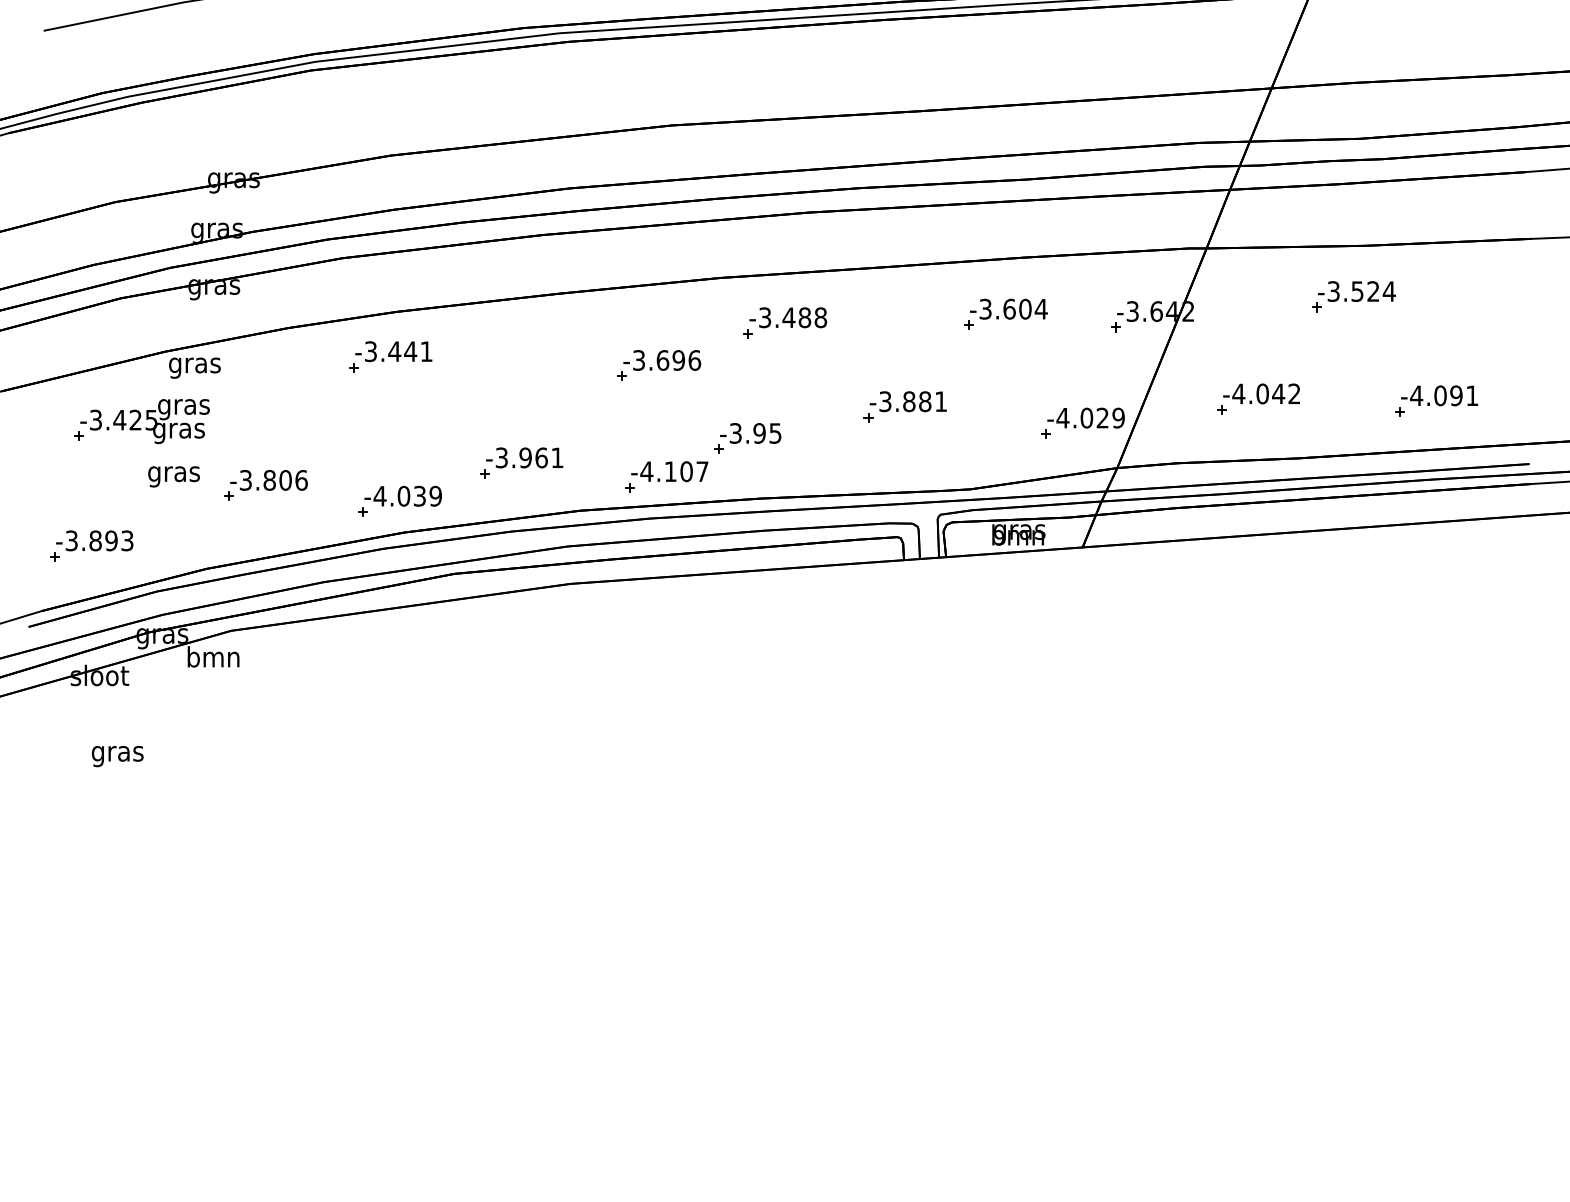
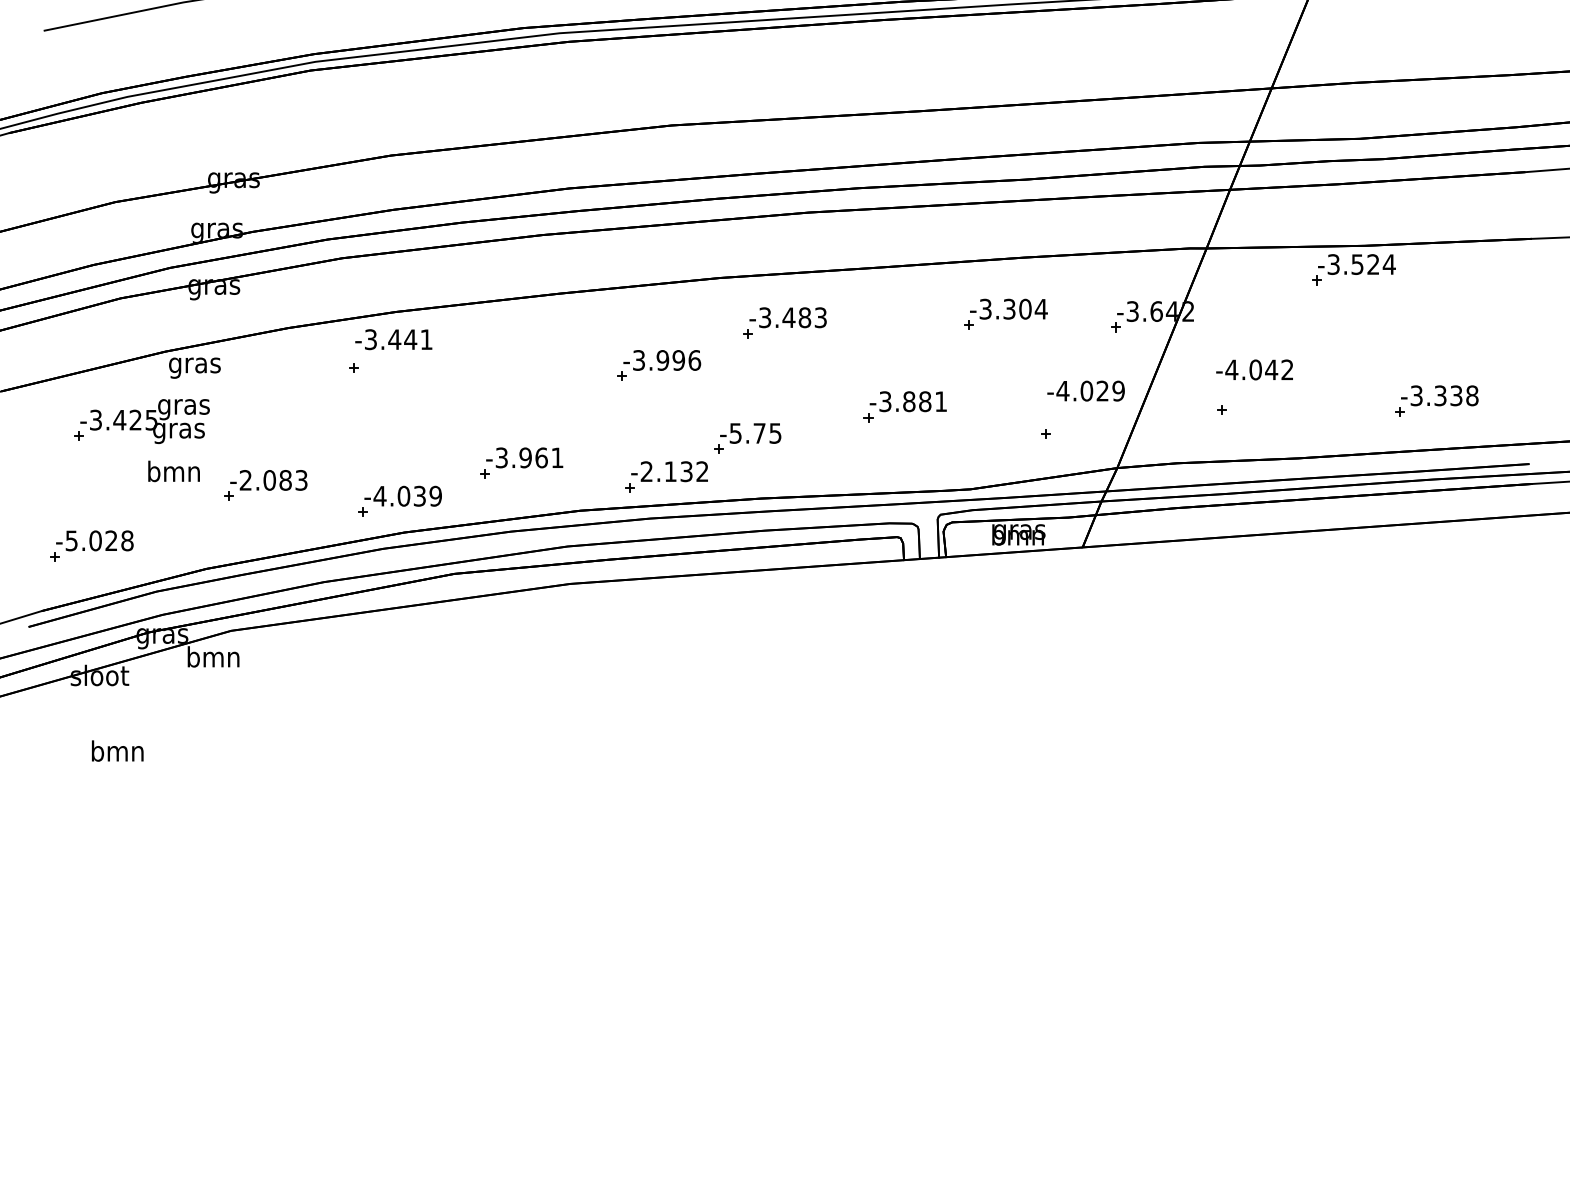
part at (1353, 296) position: (1353, 296) -> (1353, 269)
text at (1009, 308): -3.604 -> -3.304
text at (820, 317): -3.488 -> -3.483
text at (393, 351) position: (393, 351) -> (393, 339)
text at (662, 360): -3.696 -> -3.996
text at (1261, 393) position: (1261, 393) -> (1254, 369)
text at (1444, 395): -4.091 -> -3.338
text at (1085, 417) position: (1085, 417) -> (1085, 390)
text at (747, 433): -3.95 -> -5.75
text at (674, 471): -4.107 -> -2.132
text at (173, 473): gras -> bmn
text at (273, 480): -3.806 -> -2.083
text at (99, 540): -3.893 -> -5.028
text at (117, 753): gras -> bmn
